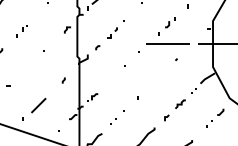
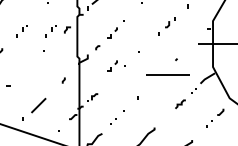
part at (50, 31): none -> present
line at (167, 43) position: (167, 43) -> (167, 74)
part at (112, 65): none -> present
line at (166, 117): present -> none
